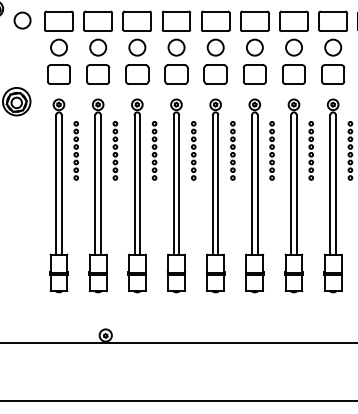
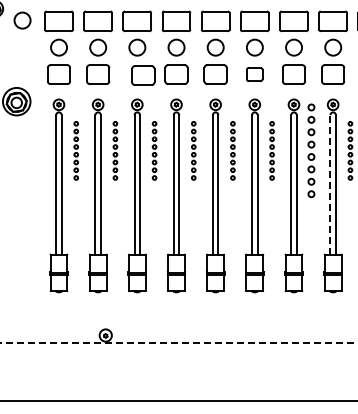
part at (137, 74) position: (137, 74) -> (143, 75)
part at (254, 74) size: 25x21 px -> 18x15 px
part at (310, 150) size: 6x60 px -> 9x96 px
line at (330, 184): solid -> dashed
line at (179, 343): solid -> dashed
